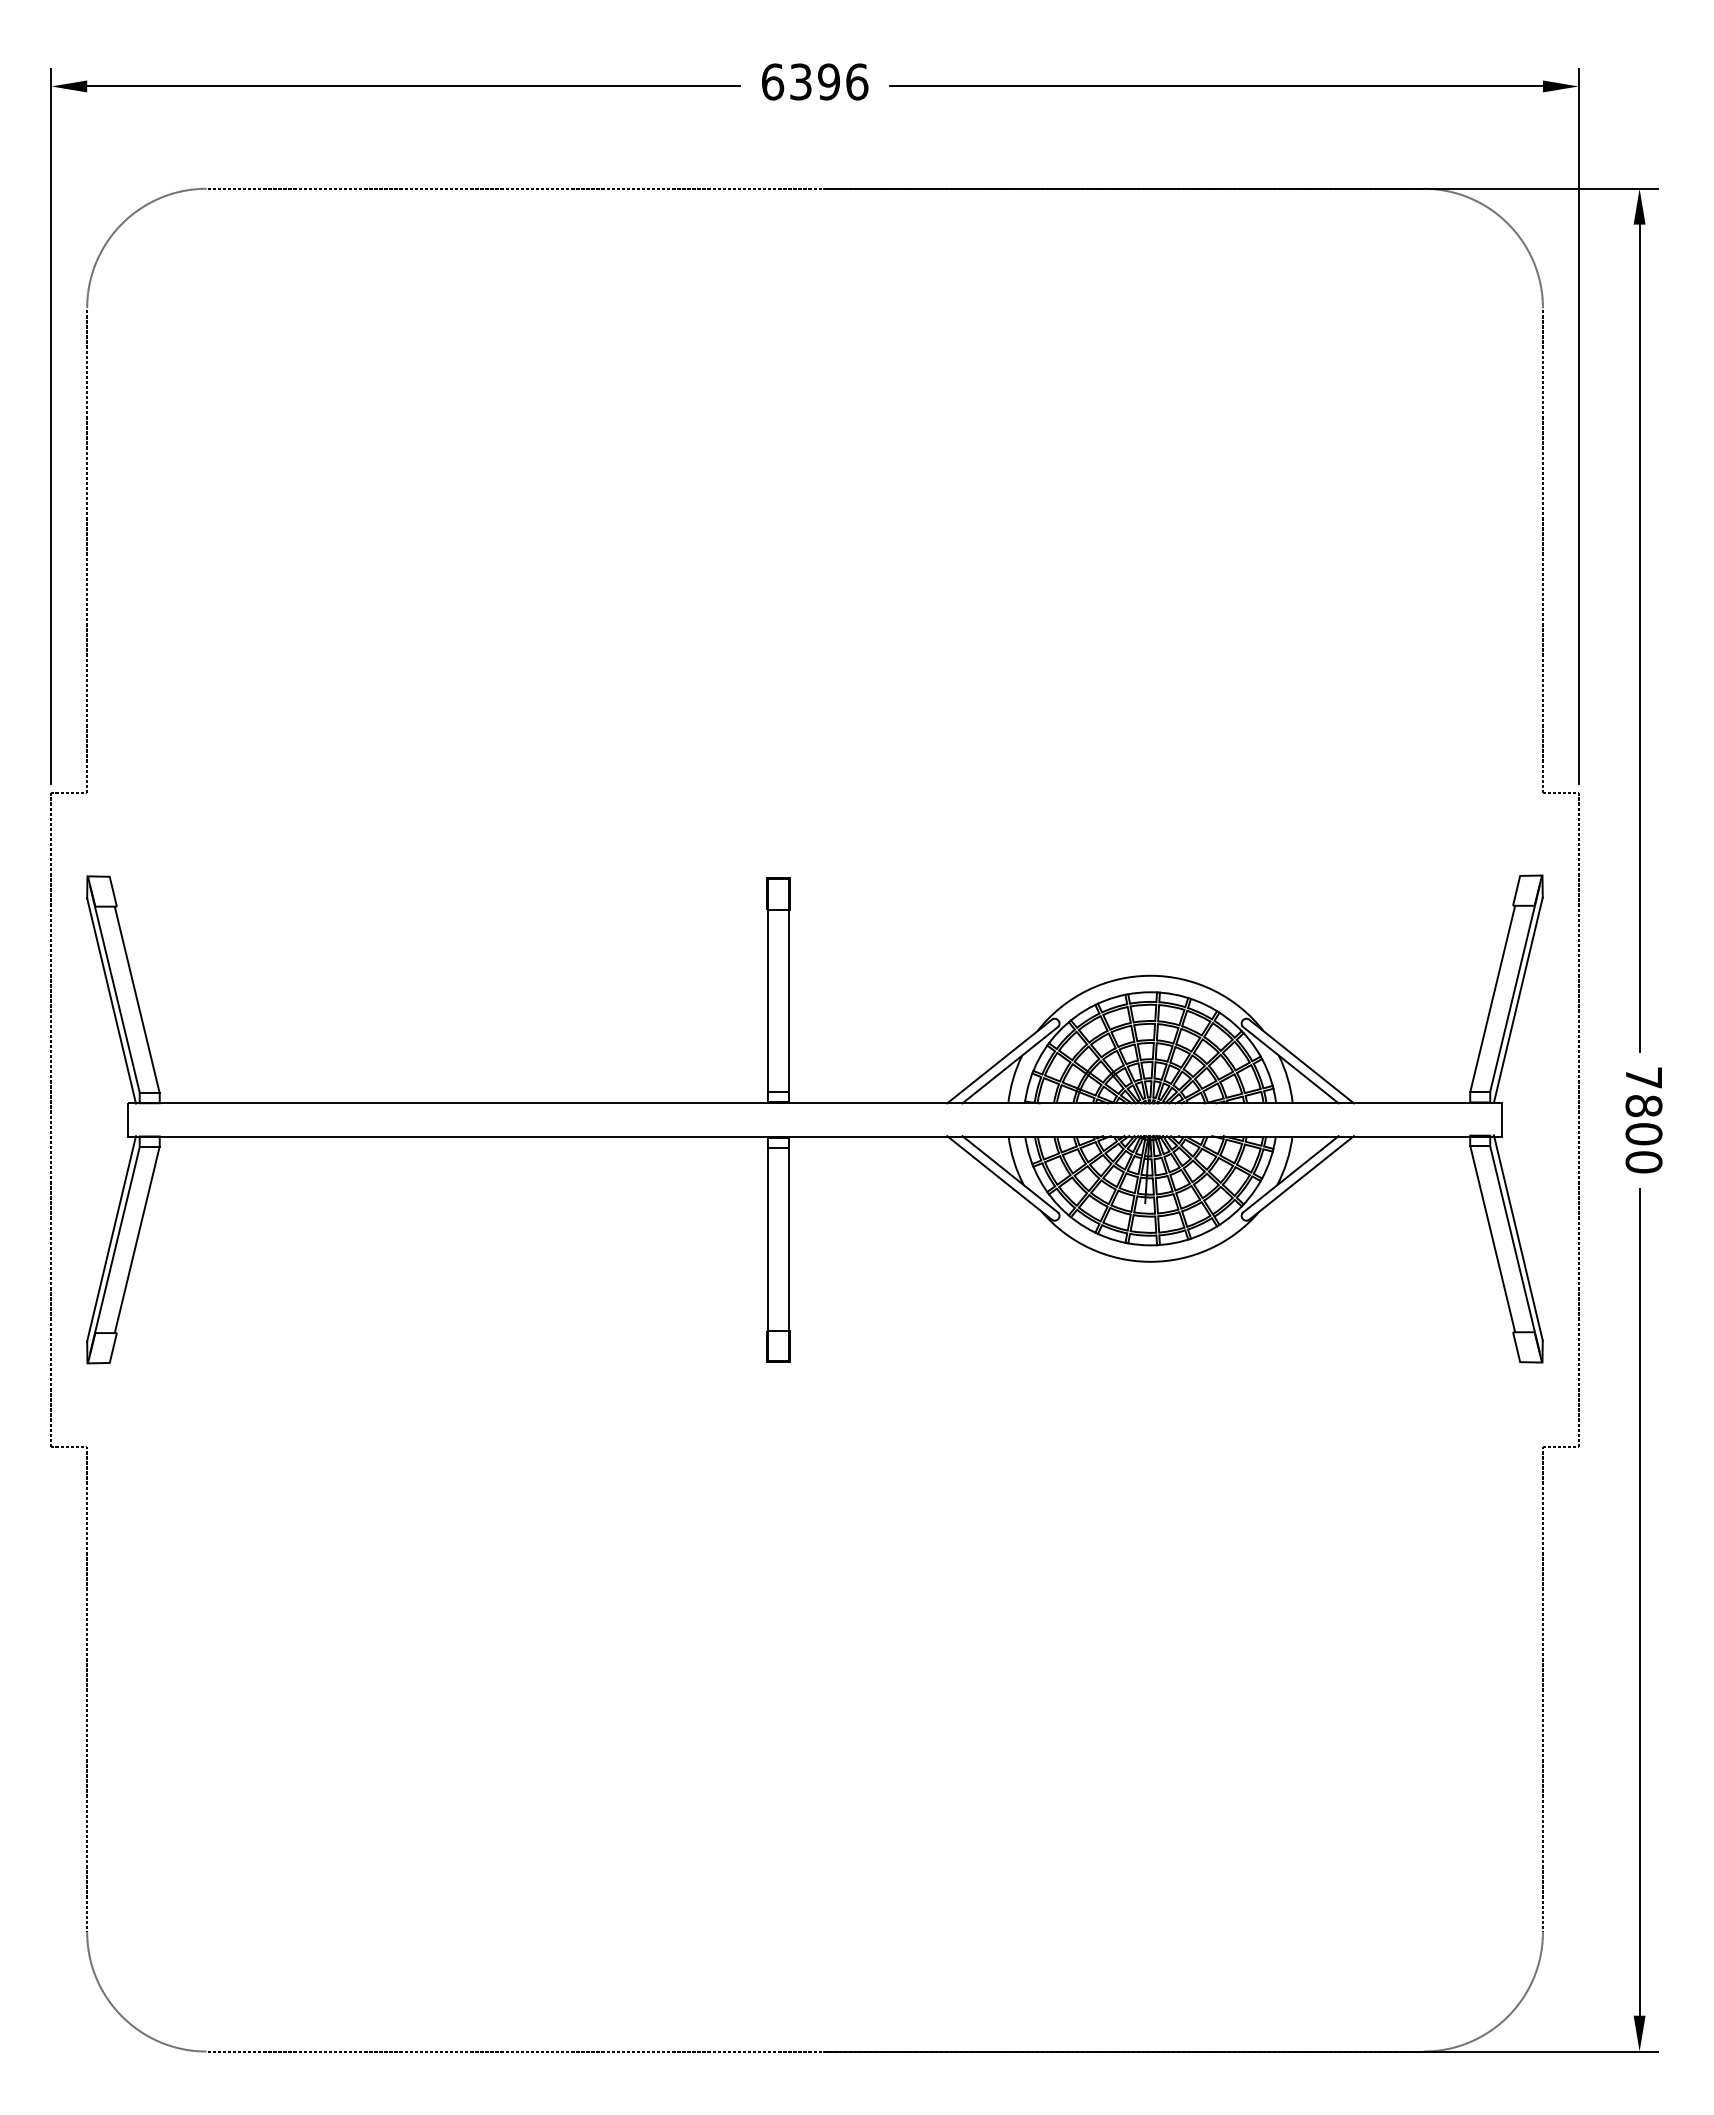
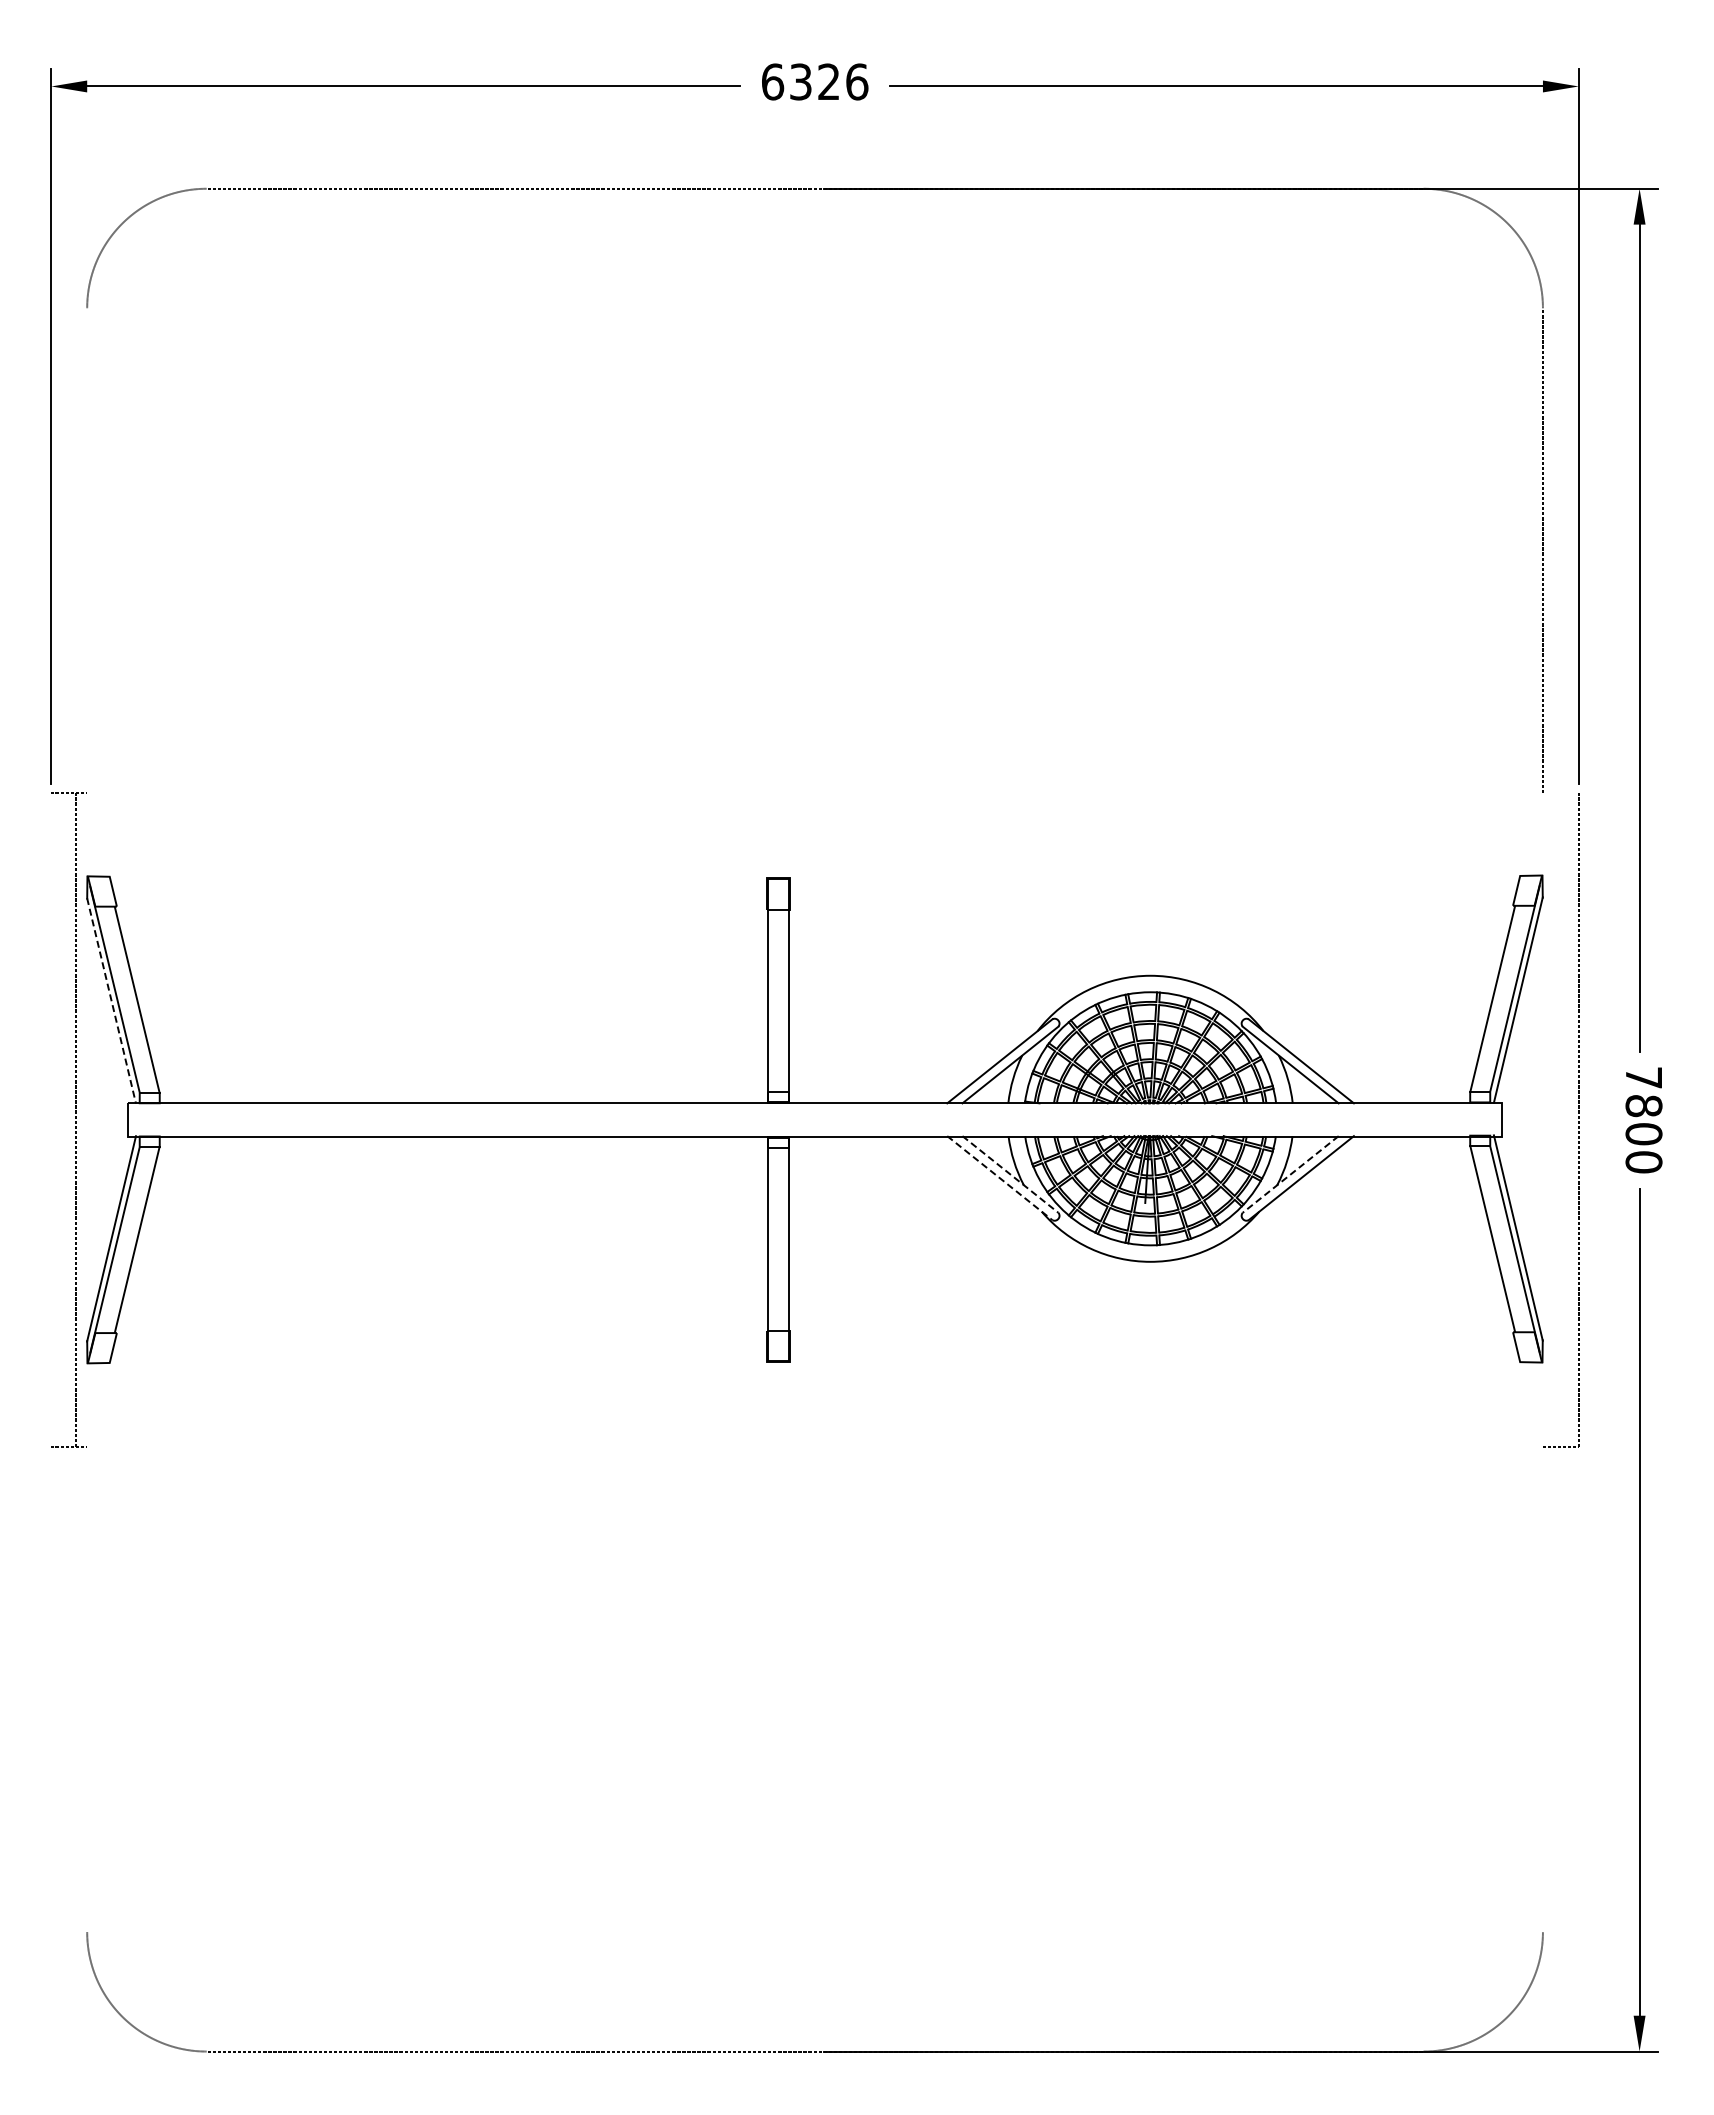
text at (828, 81): 6396 -> 6326
line at (87, 550): present -> none
line at (1560, 792): present -> none
line at (111, 1000): solid -> dashed
line at (51, 1119) position: (51, 1119) -> (76, 1119)
line at (1010, 1174): solid -> dashed
line at (1290, 1174): solid -> dashed
line at (1000, 1178): solid -> dashed
line at (87, 1689): present -> none
line at (1542, 1689): present -> none
